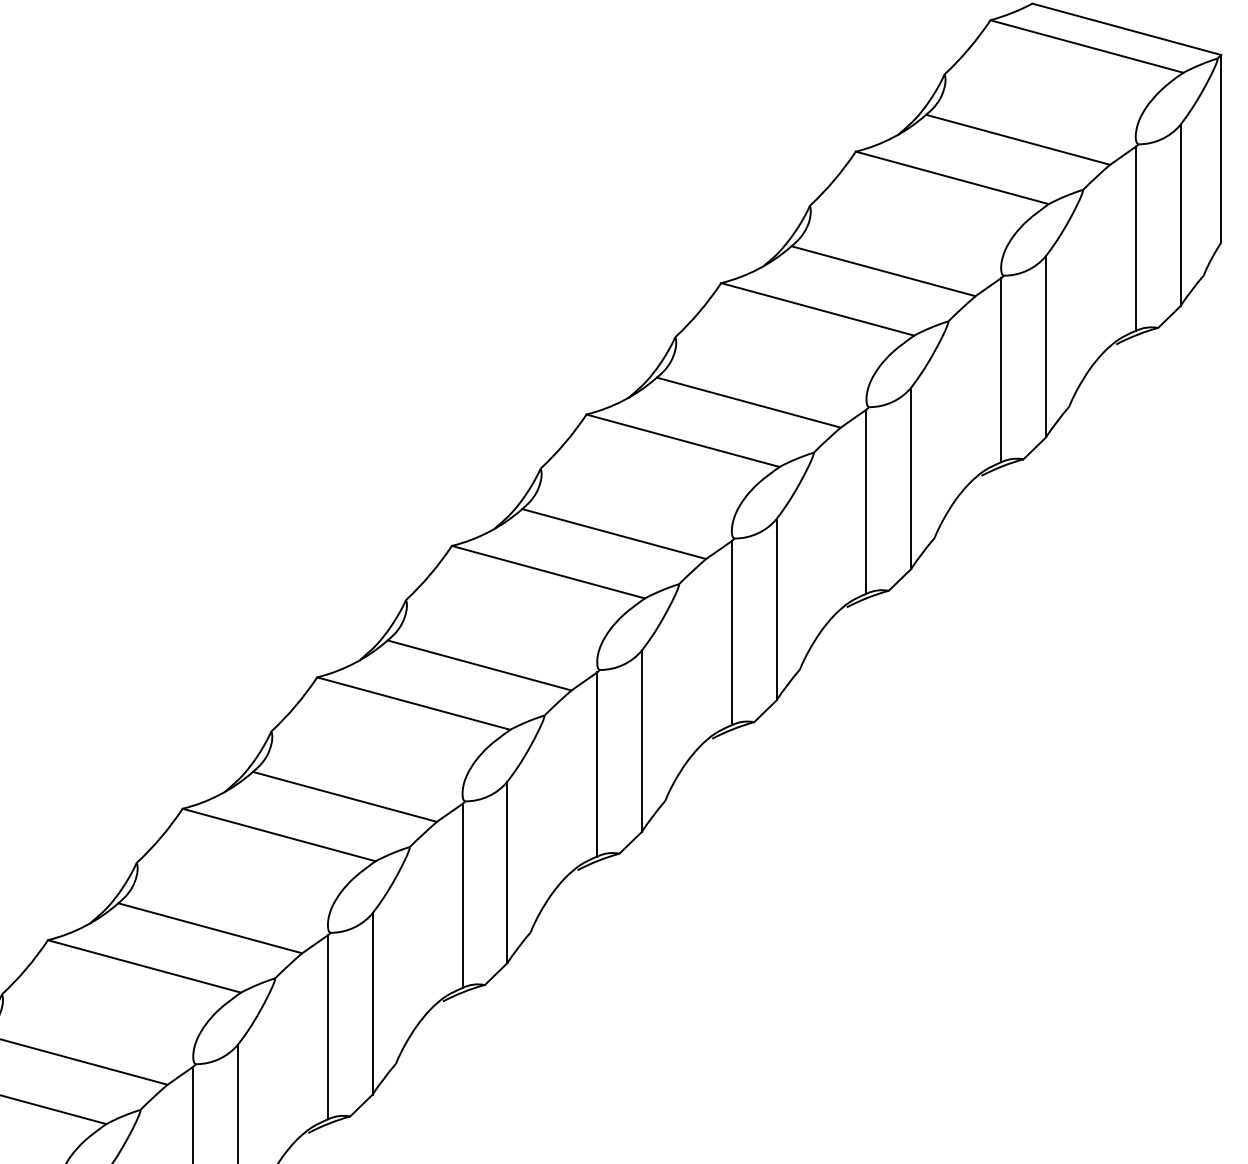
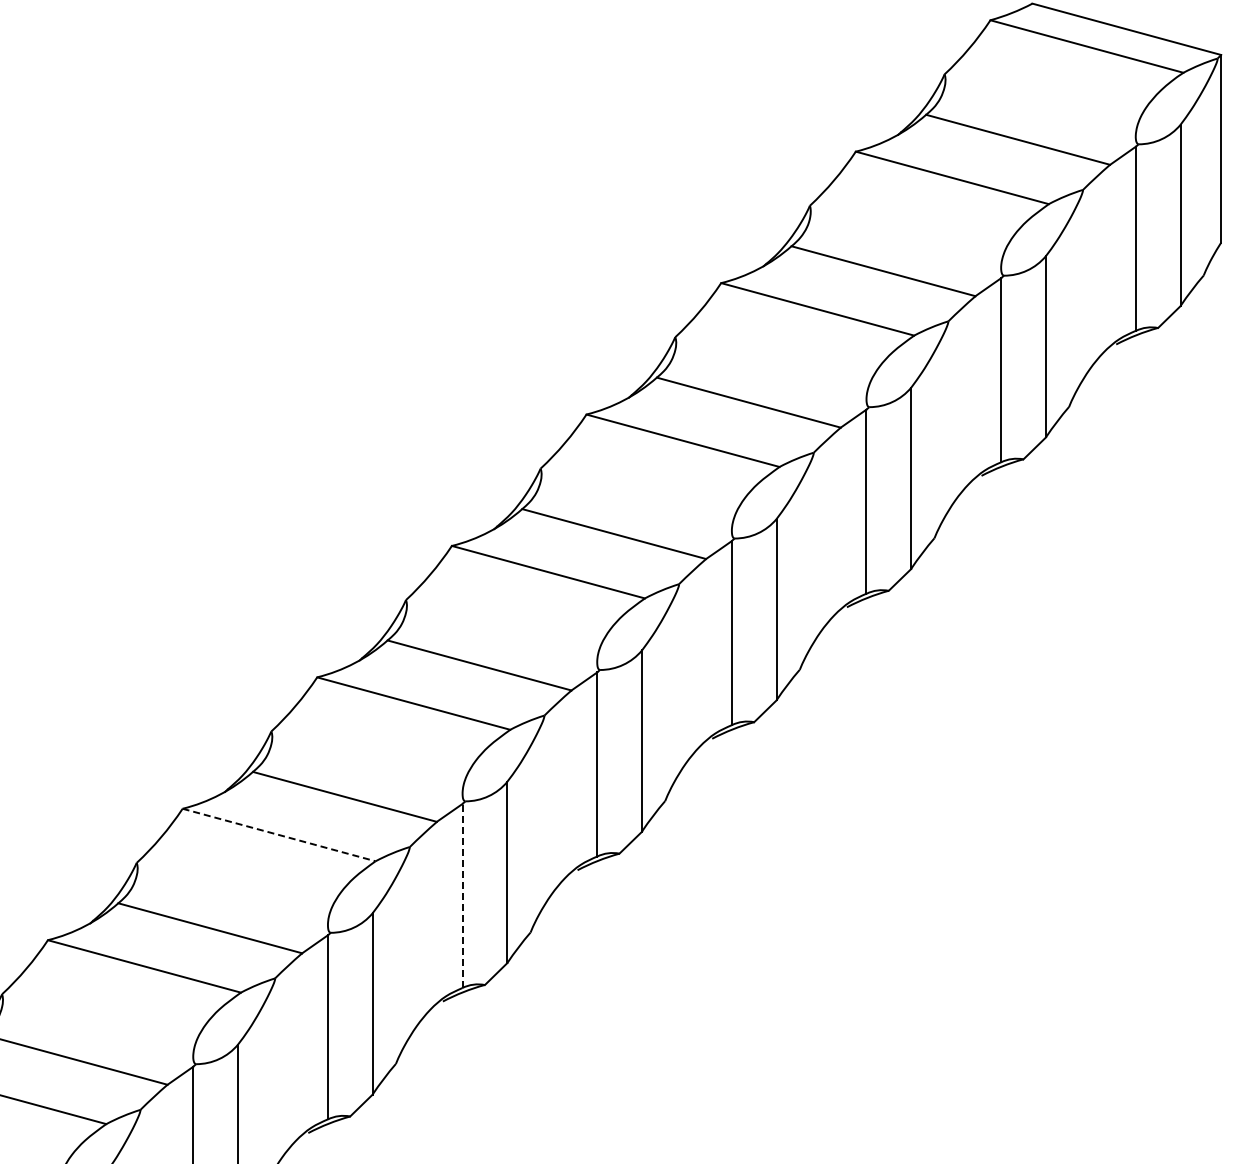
line at (279, 835): solid -> dashed
line at (462, 895): solid -> dashed
